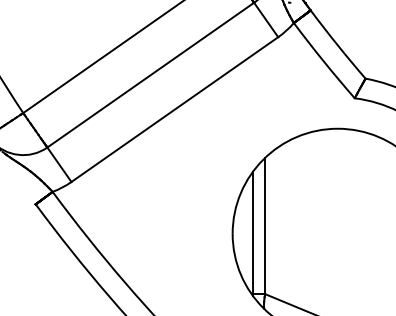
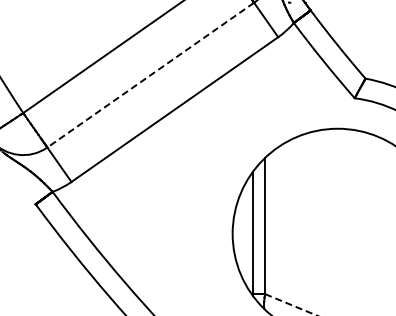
line at (150, 75): solid -> dashed
line at (291, 305): solid -> dashed
